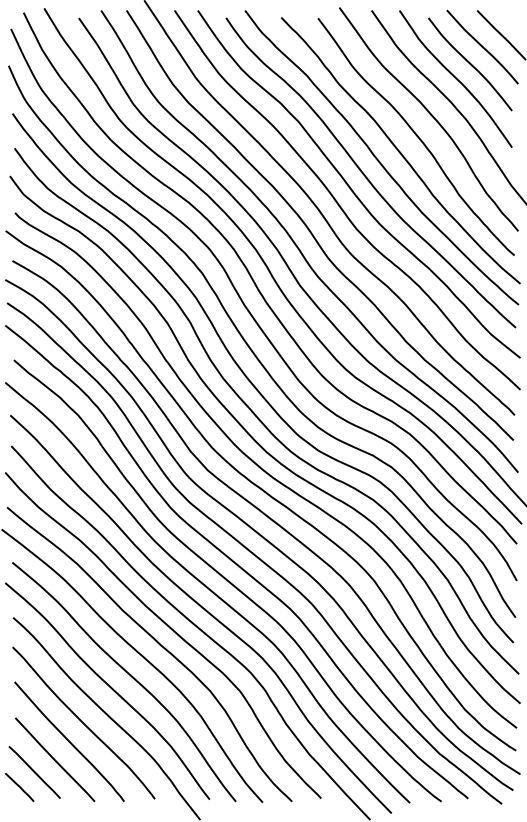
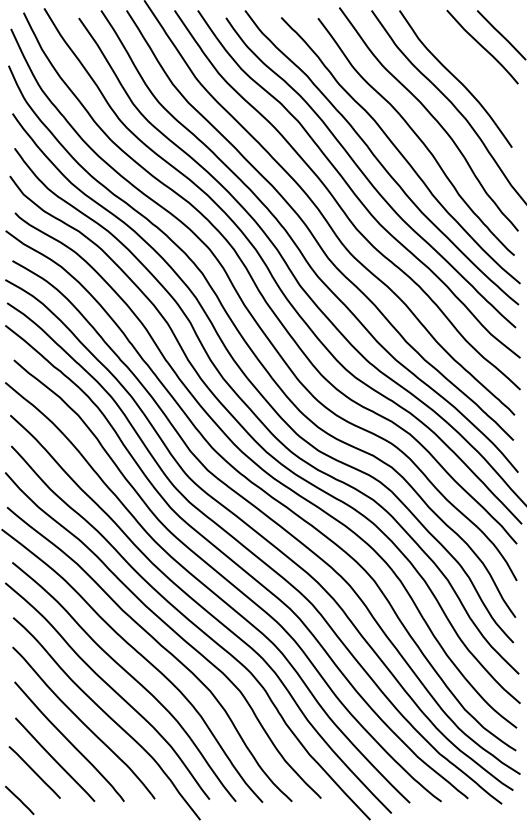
curve at (470, 64): present -> none
line at (19, 787) position: (19, 787) -> (19, 800)
